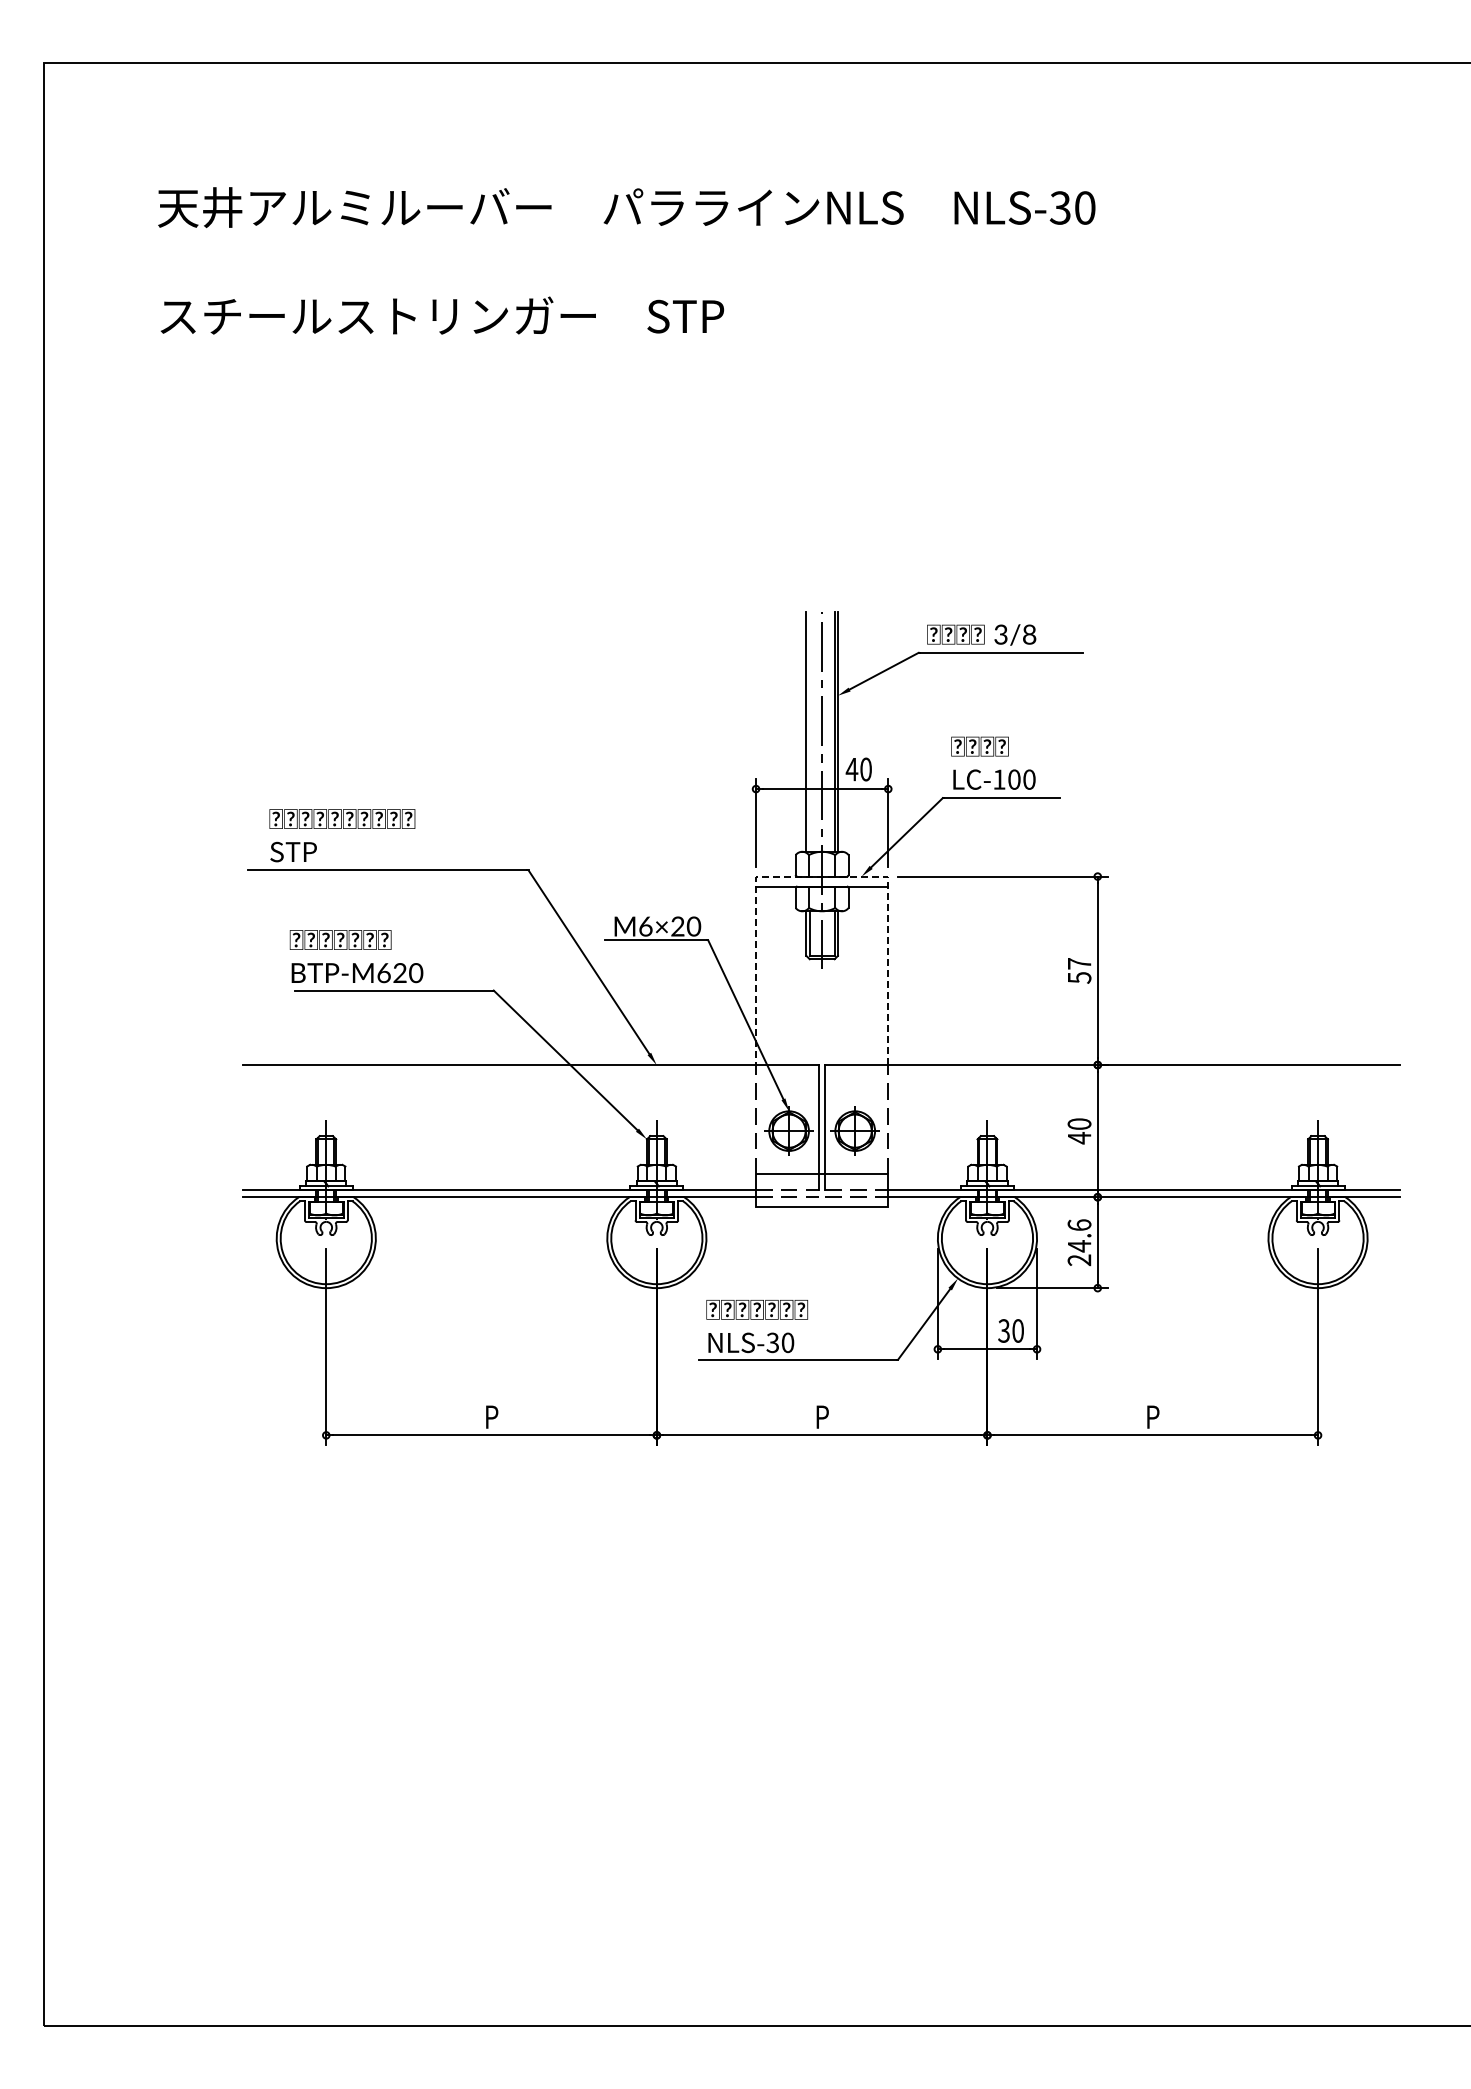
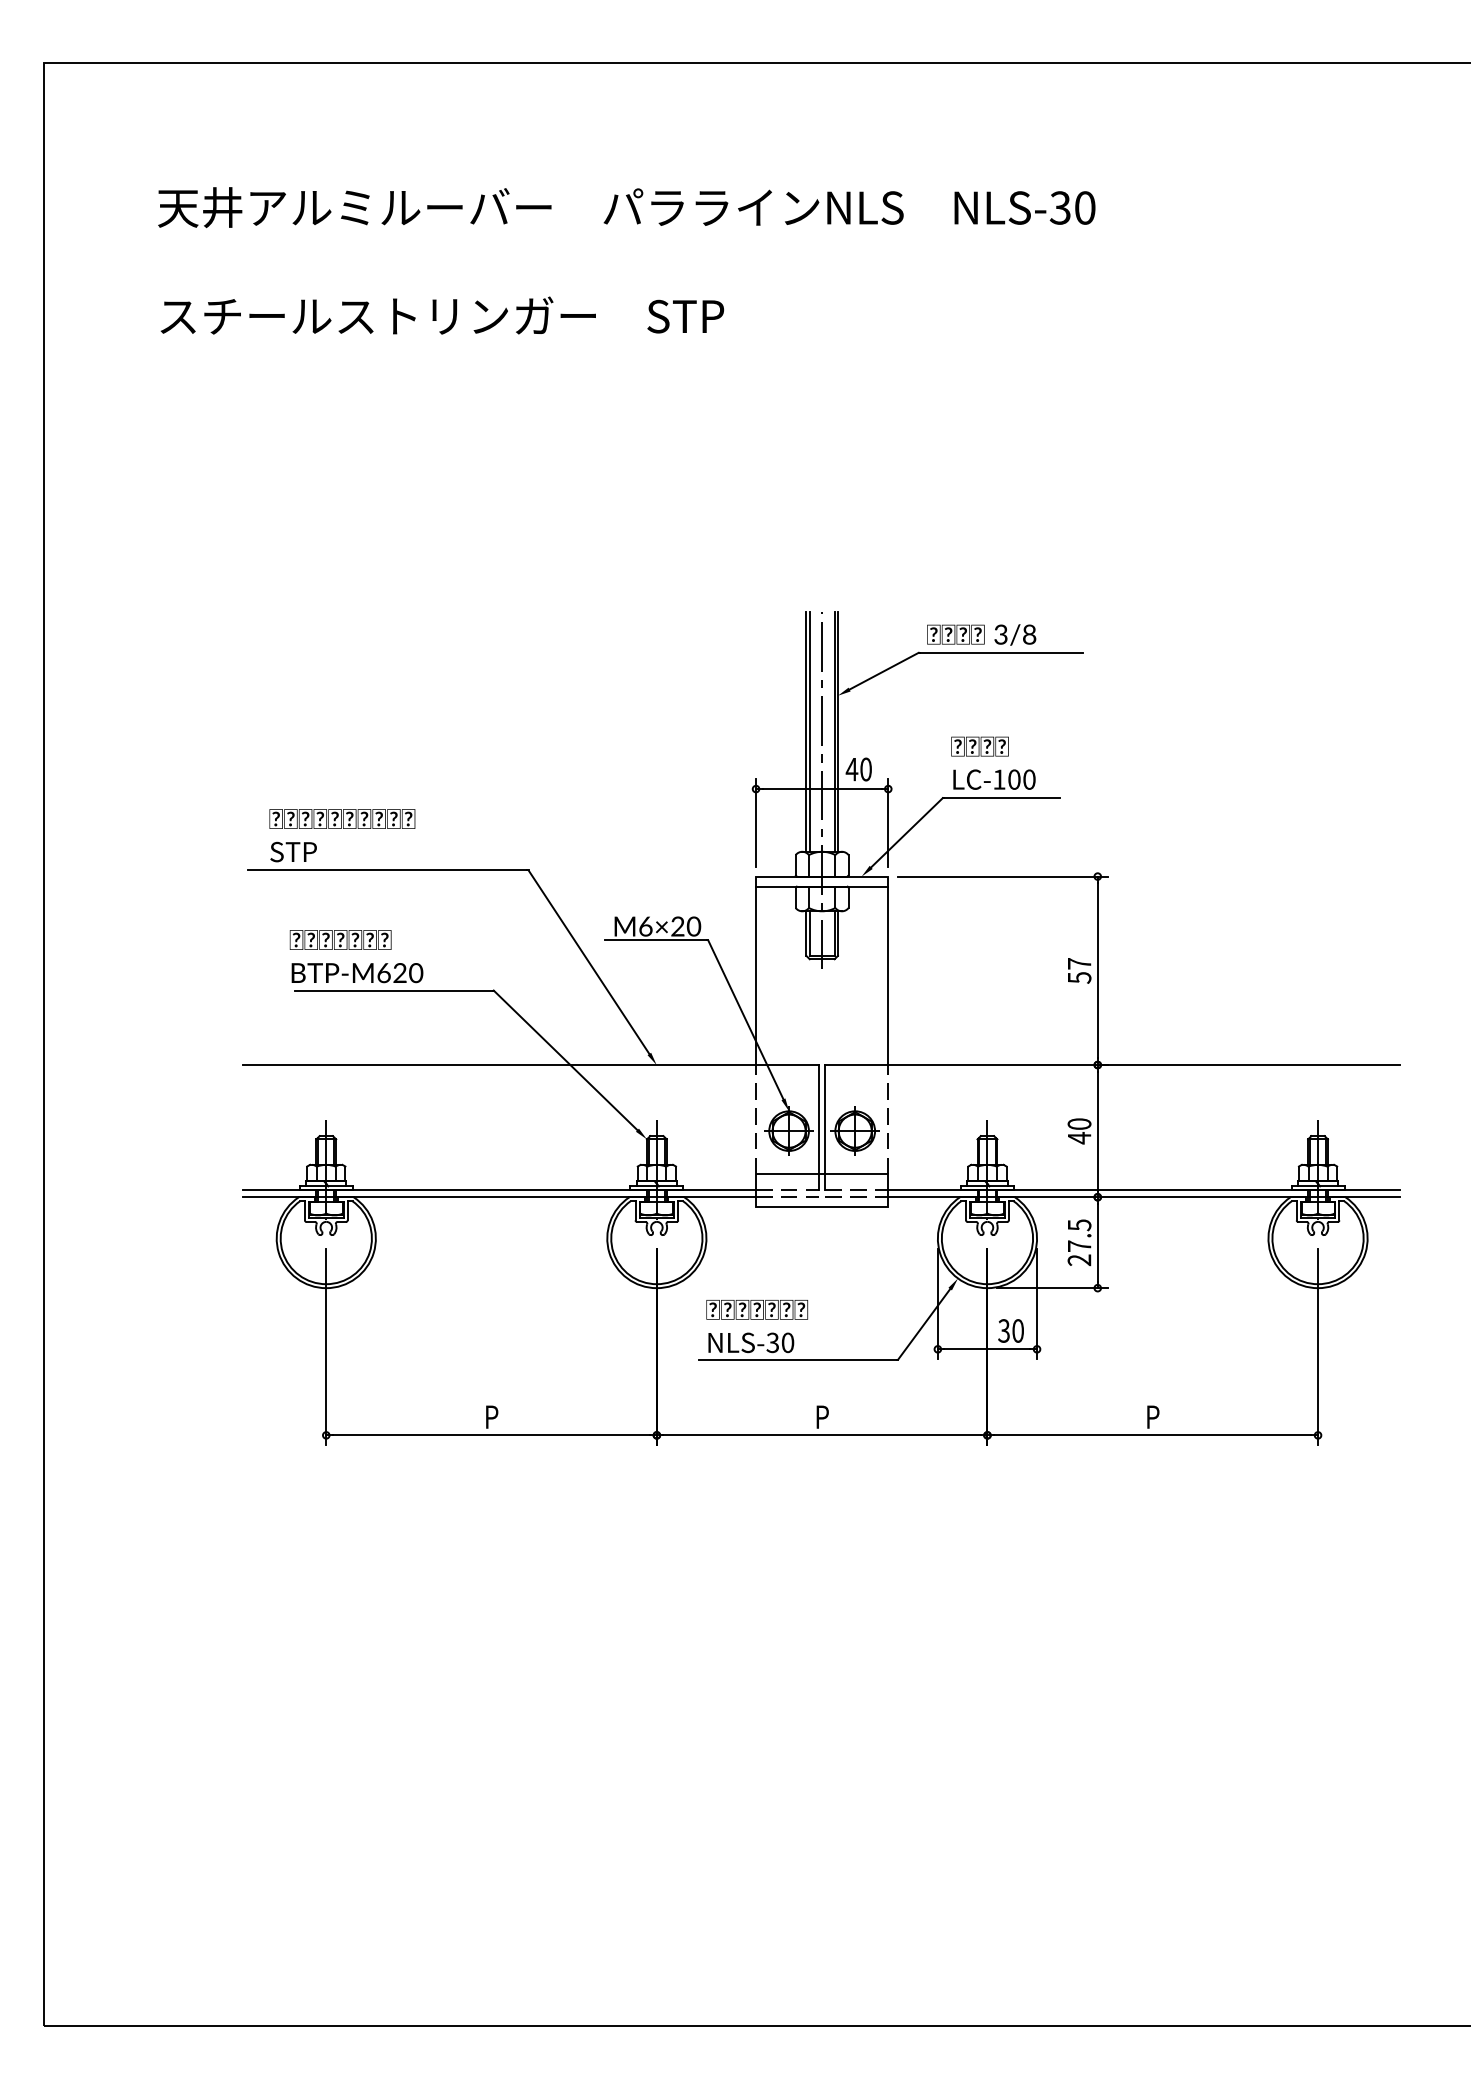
line at (809, 731): none -> present
line at (821, 876): dashed -> solid
text at (1079, 1235): 24.6 -> 27.5
